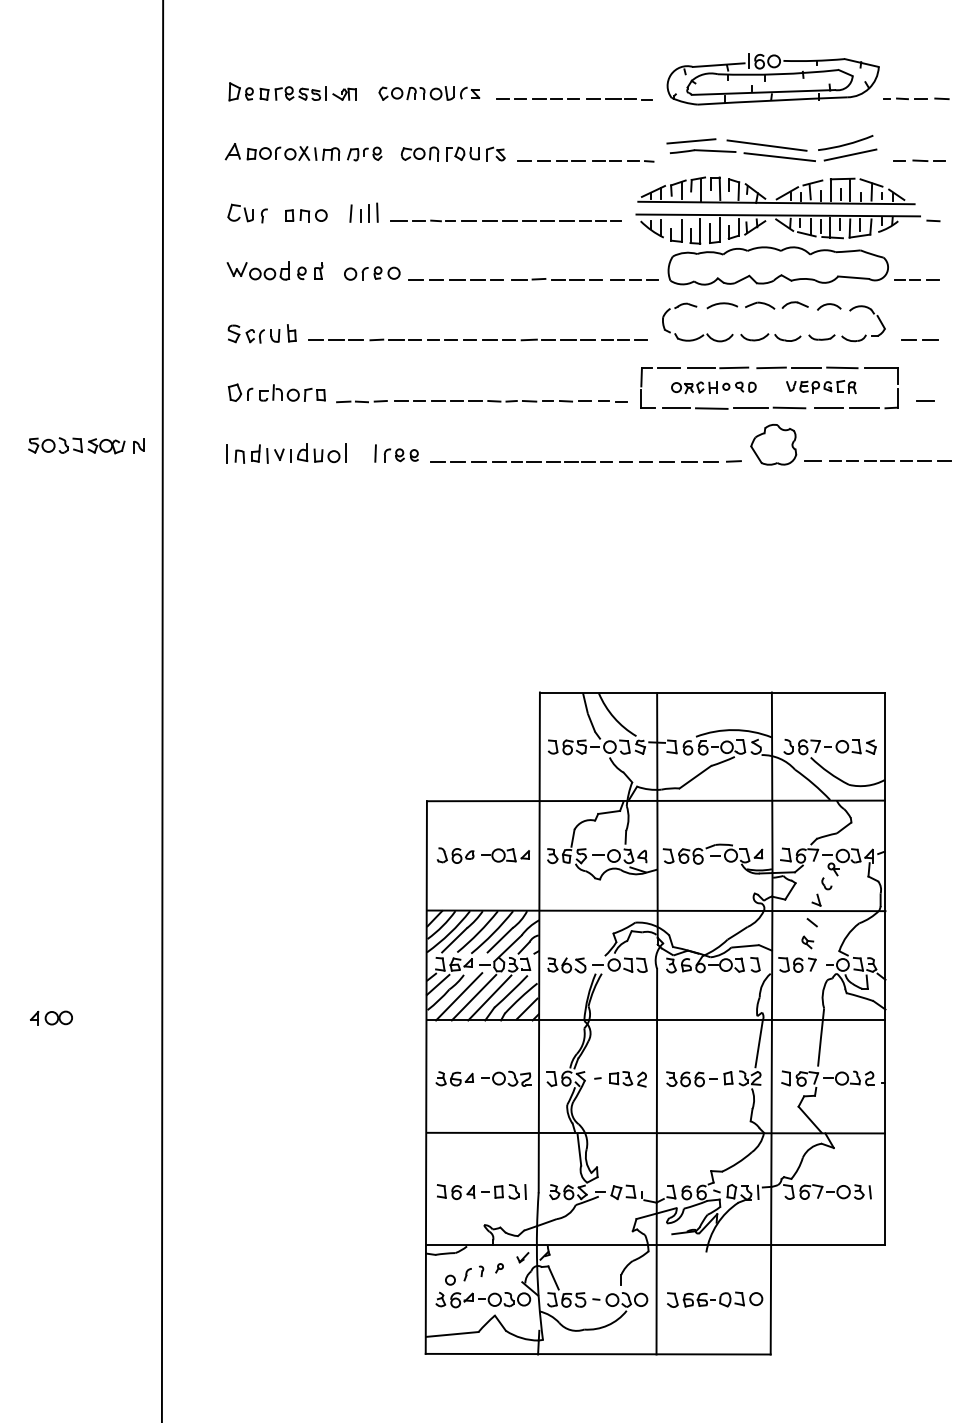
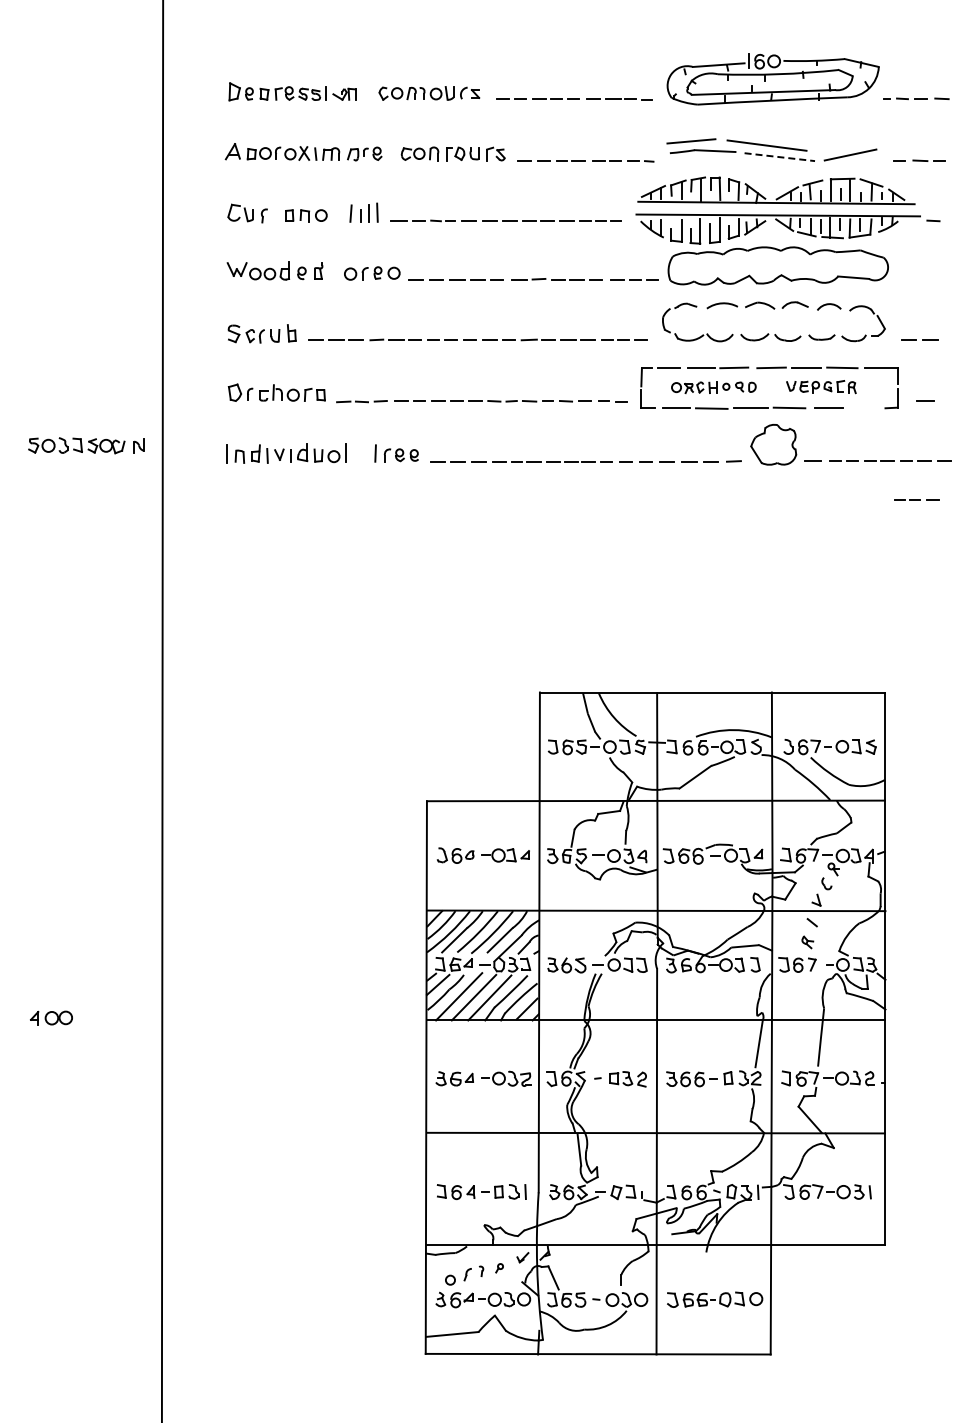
arc at (845, 143): present -> none
line at (780, 157): solid -> dashed
line at (916, 279) position: (916, 279) -> (916, 499)
line at (863, 408): present -> none
